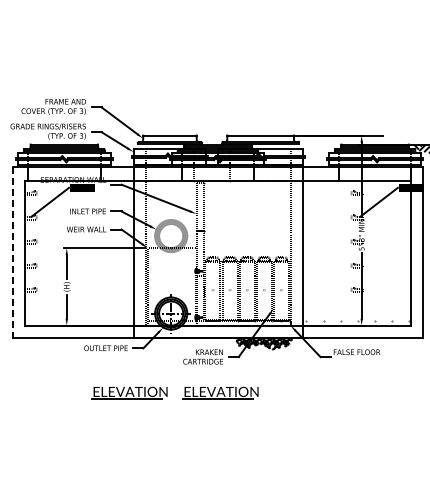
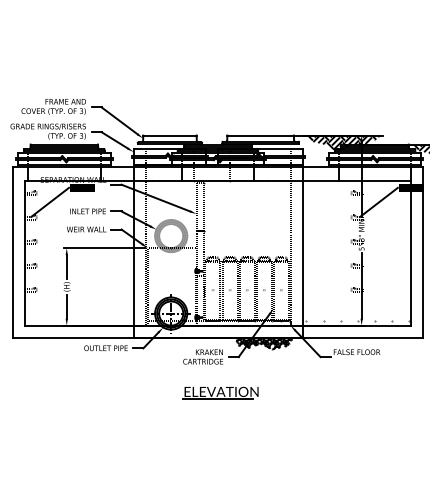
hatch at (343, 143): none -> present
line at (13, 252): dashed -> solid
part at (129, 392): present -> none
